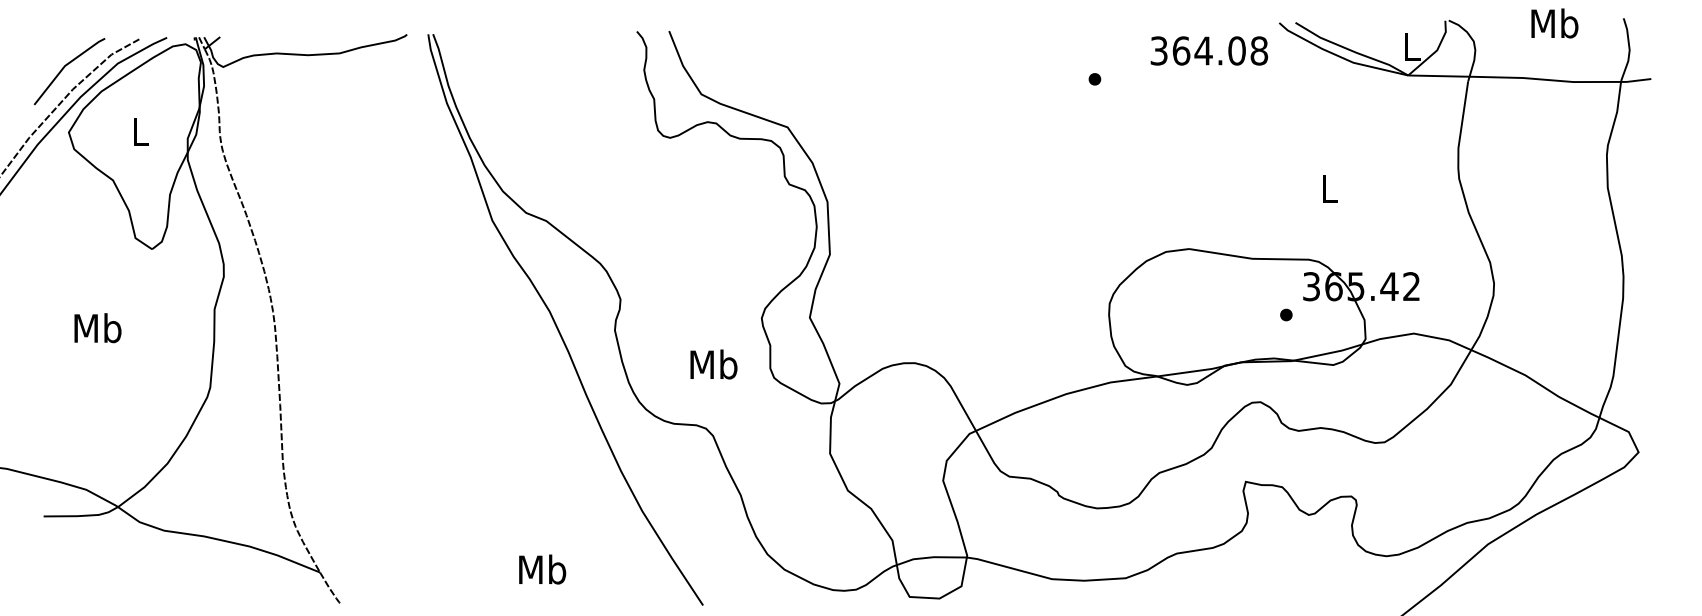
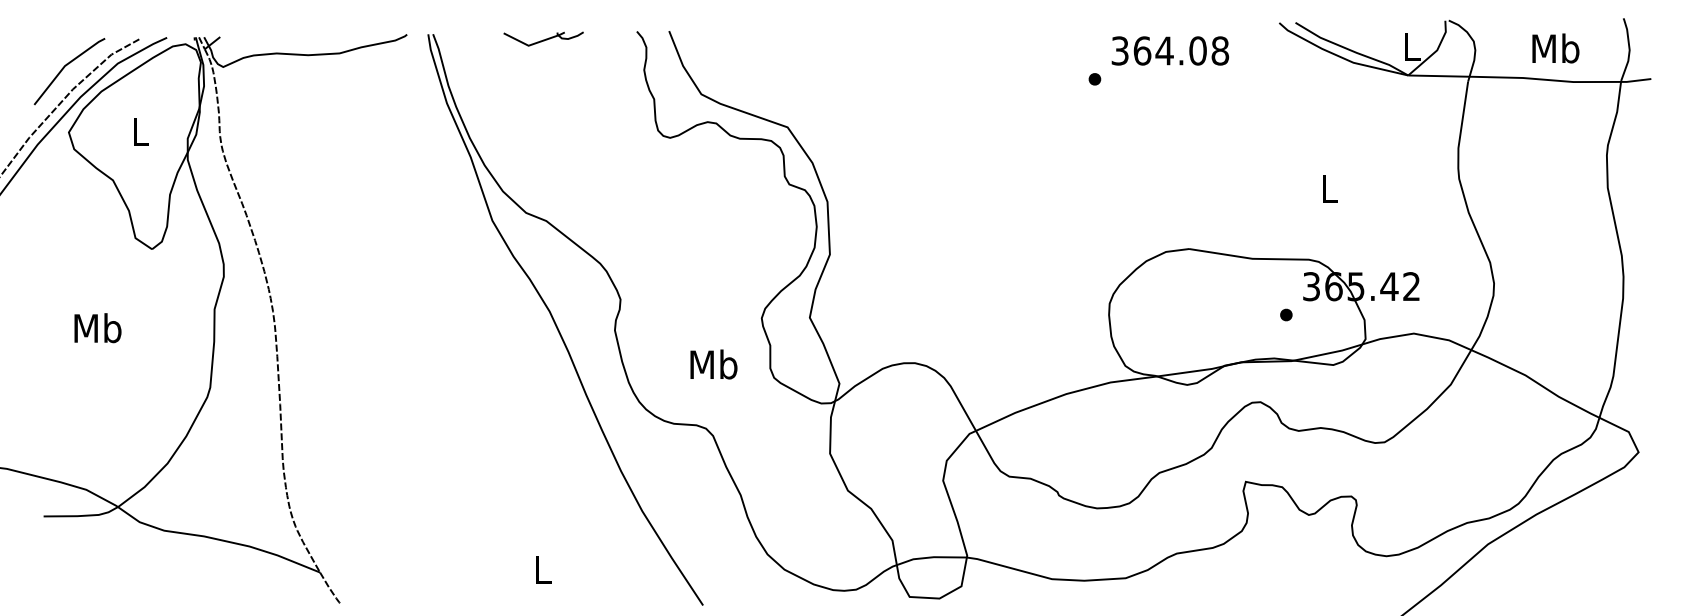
text at (1554, 23) position: (1554, 23) -> (1555, 48)
part at (543, 38): none -> present
text at (1209, 50) position: (1209, 50) -> (1170, 50)
text at (542, 569): Mb -> L
